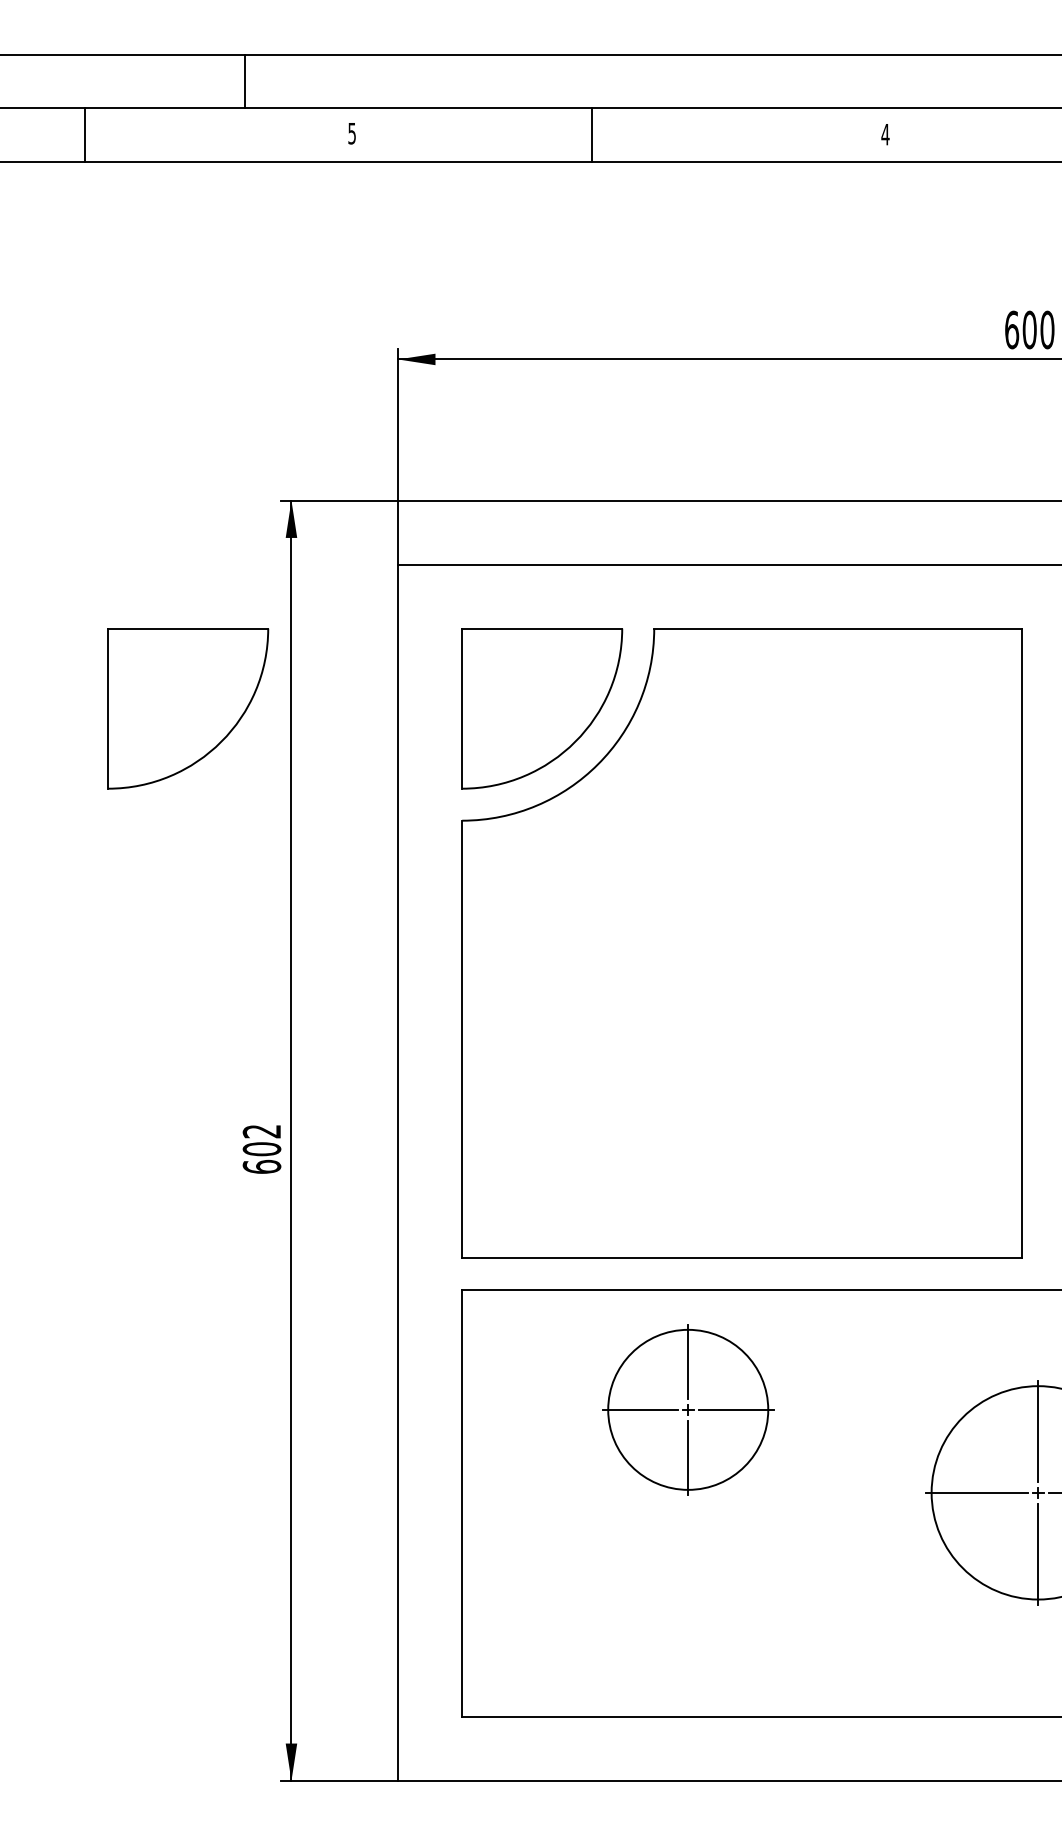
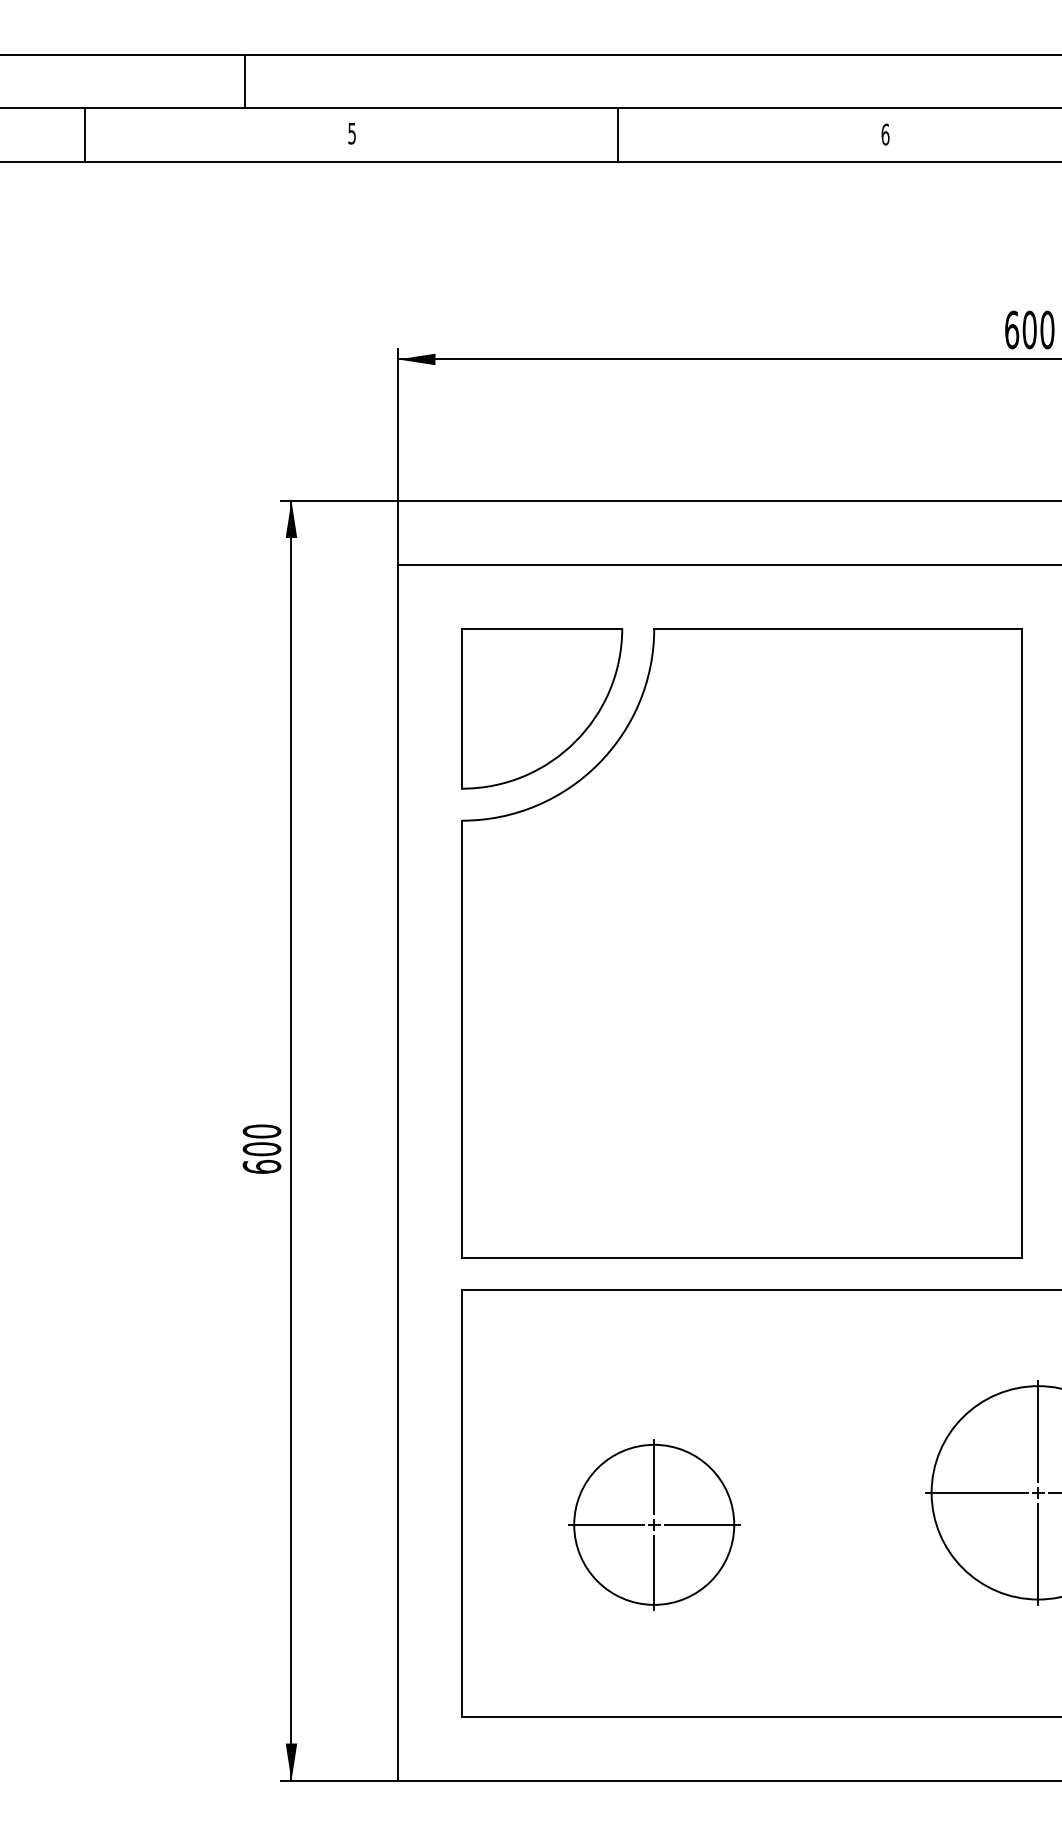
line at (592, 134) position: (592, 134) -> (618, 134)
text at (885, 134): 4 -> 6
part at (188, 708): present -> none
text at (261, 1131): 602 -> 600
part at (688, 1409) position: (688, 1409) -> (654, 1524)
